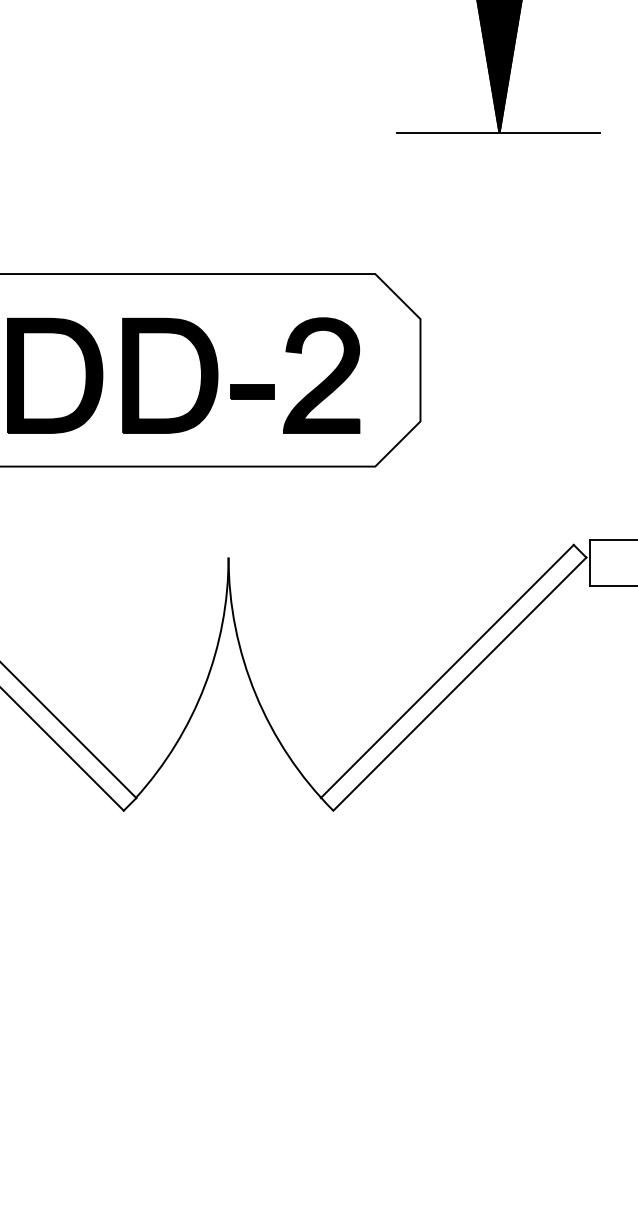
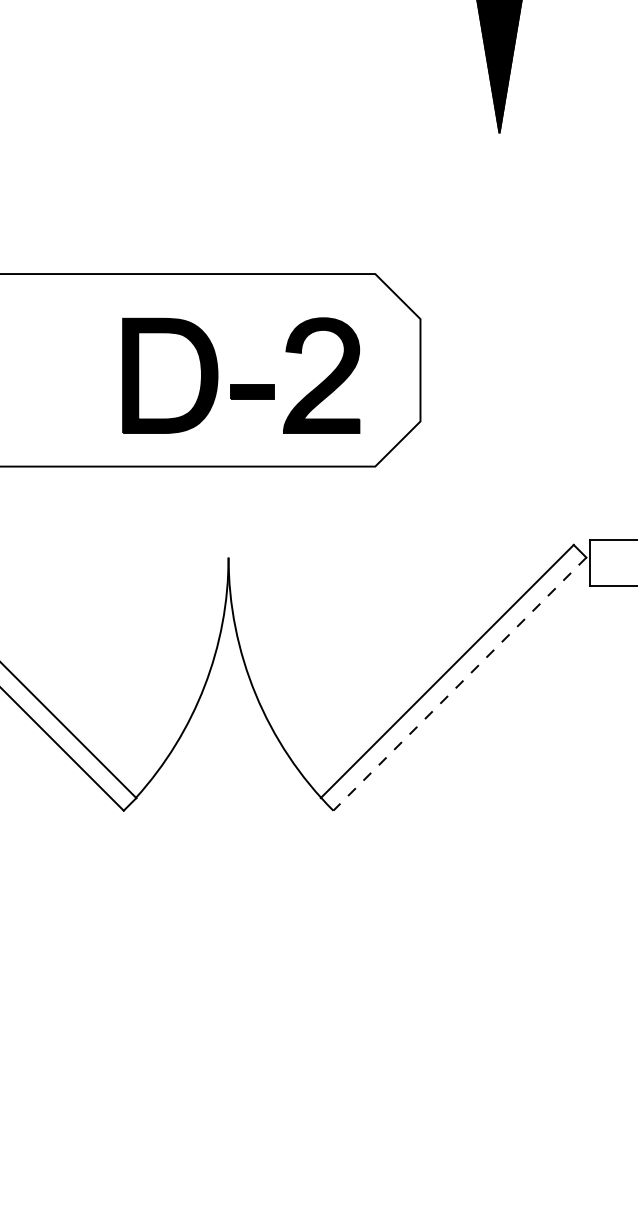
line at (498, 133): present -> none
part at (55, 375): present -> none
line at (459, 684): solid -> dashed
